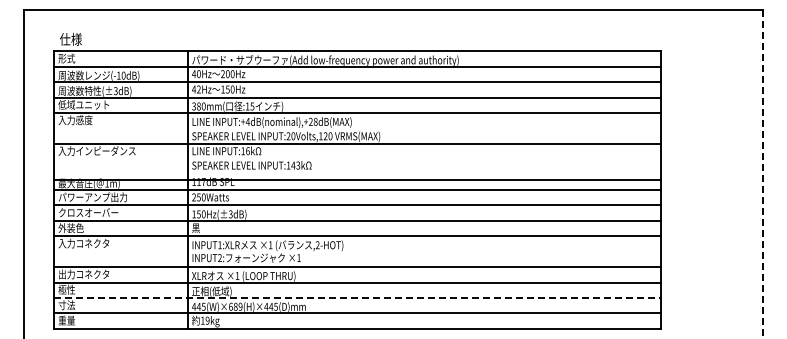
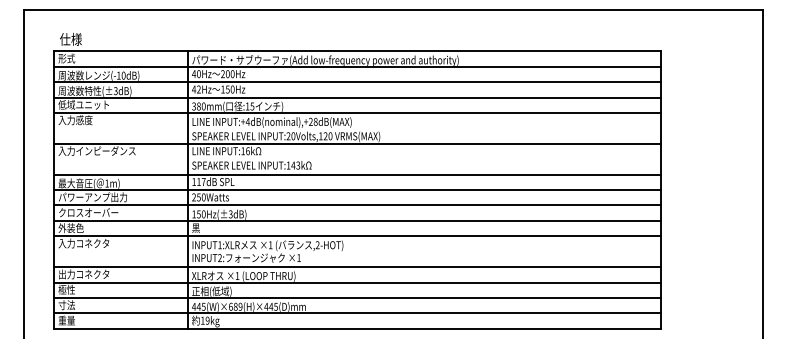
line at (763, 174): dashed -> solid
line at (357, 179) position: (357, 179) -> (357, 174)
line at (358, 297): dashed -> solid
